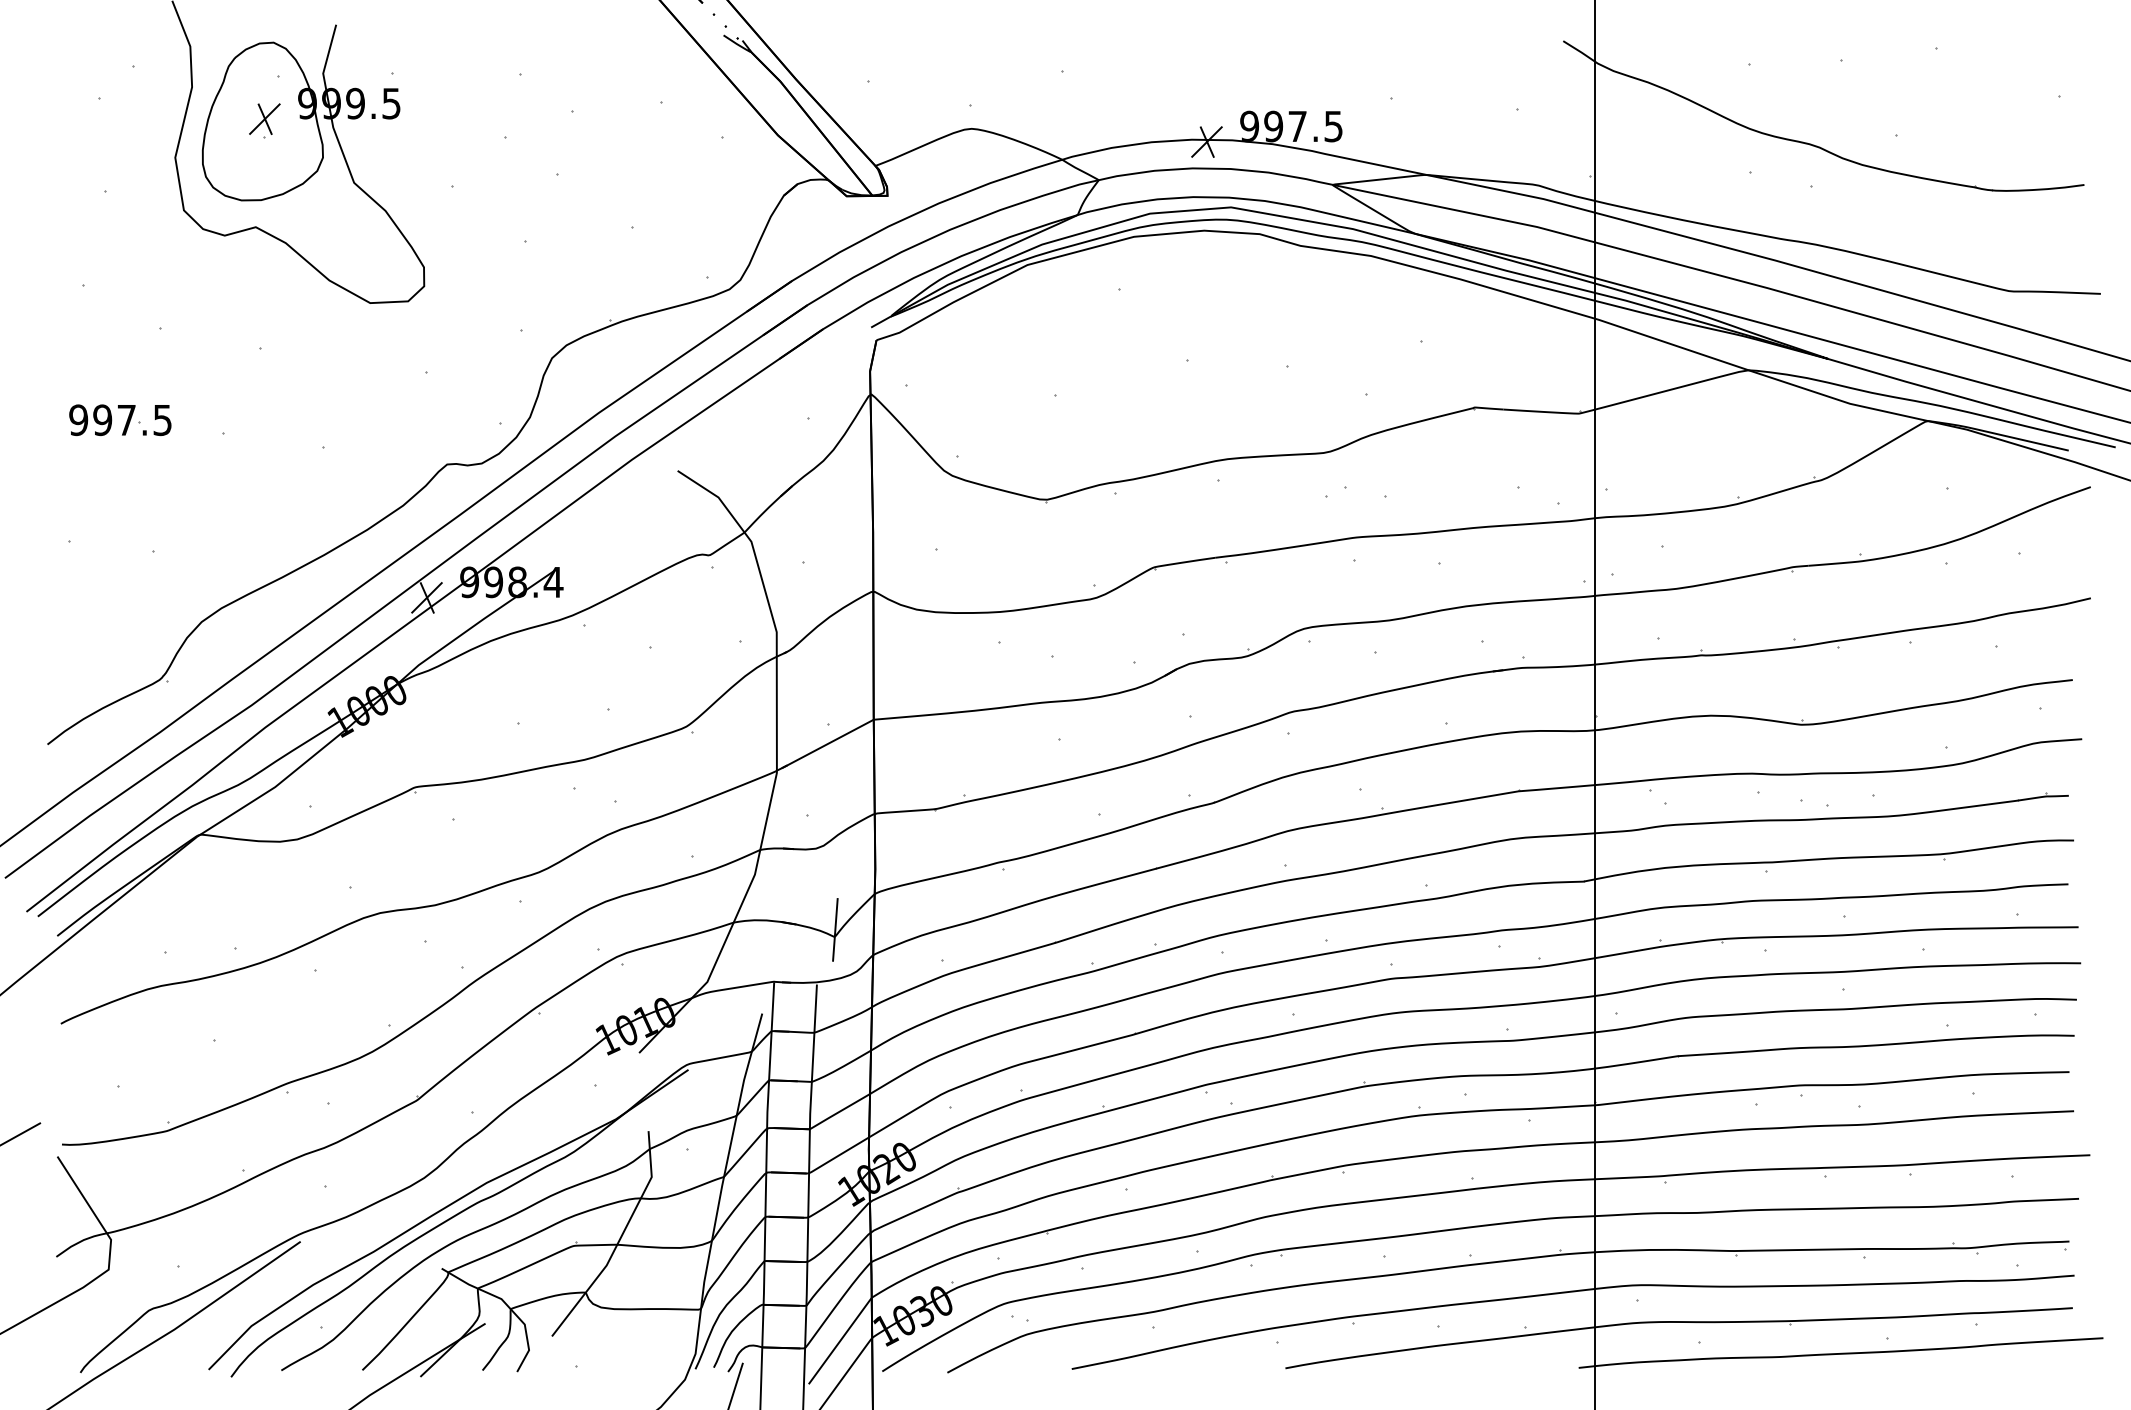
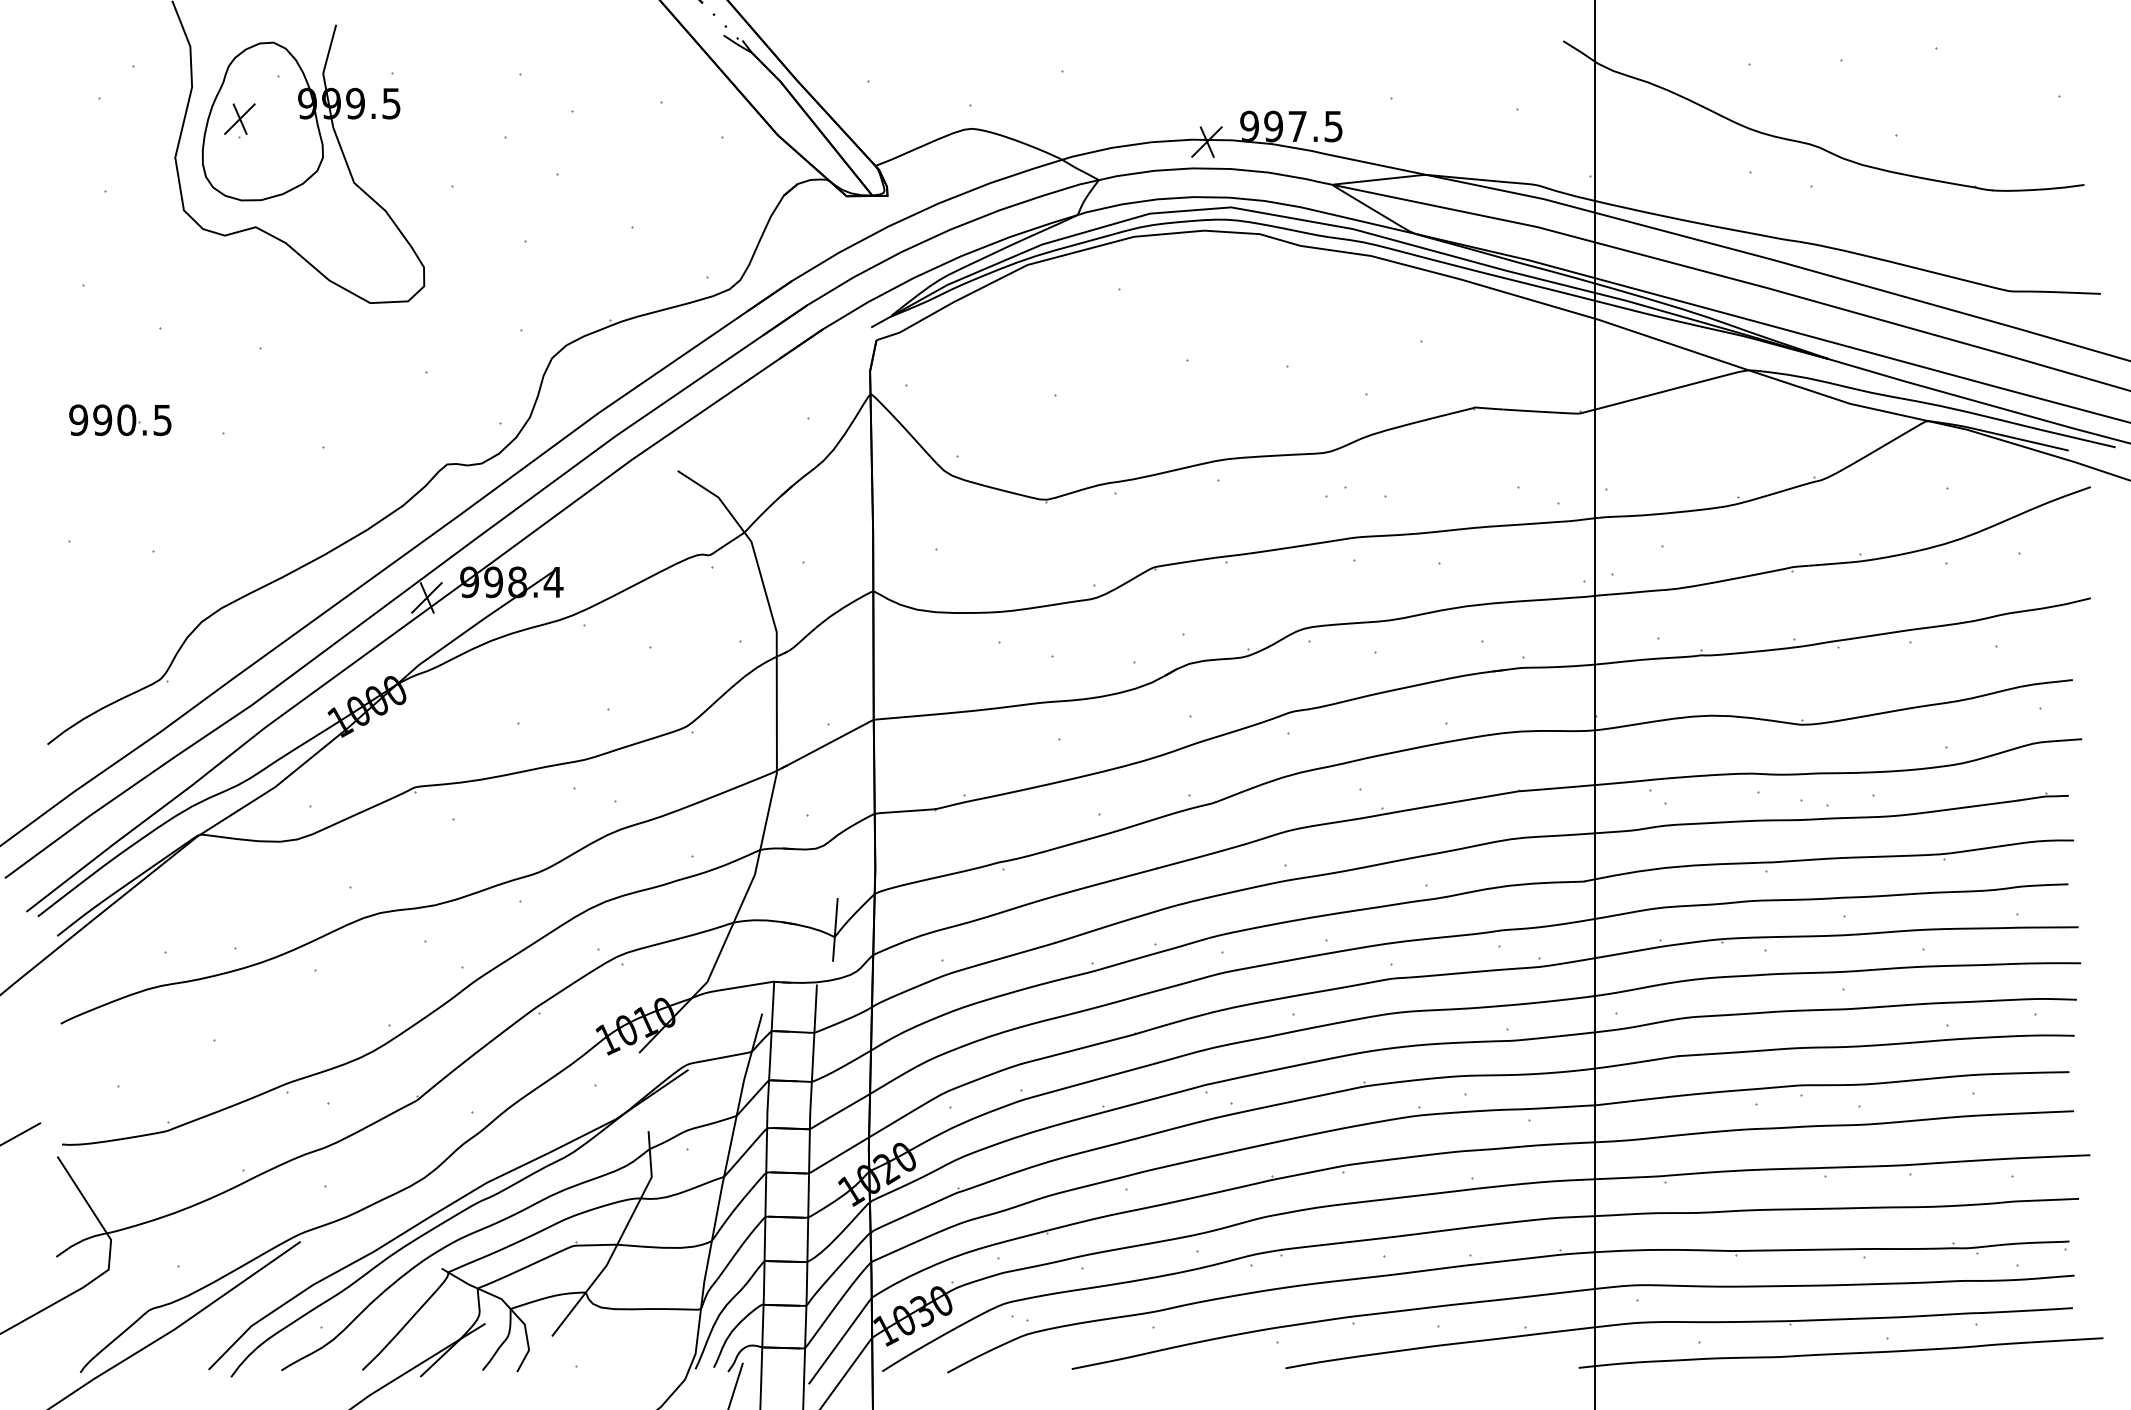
part at (264, 120) position: (264, 120) -> (239, 120)
text at (126, 420): 997.5 -> 990.5
